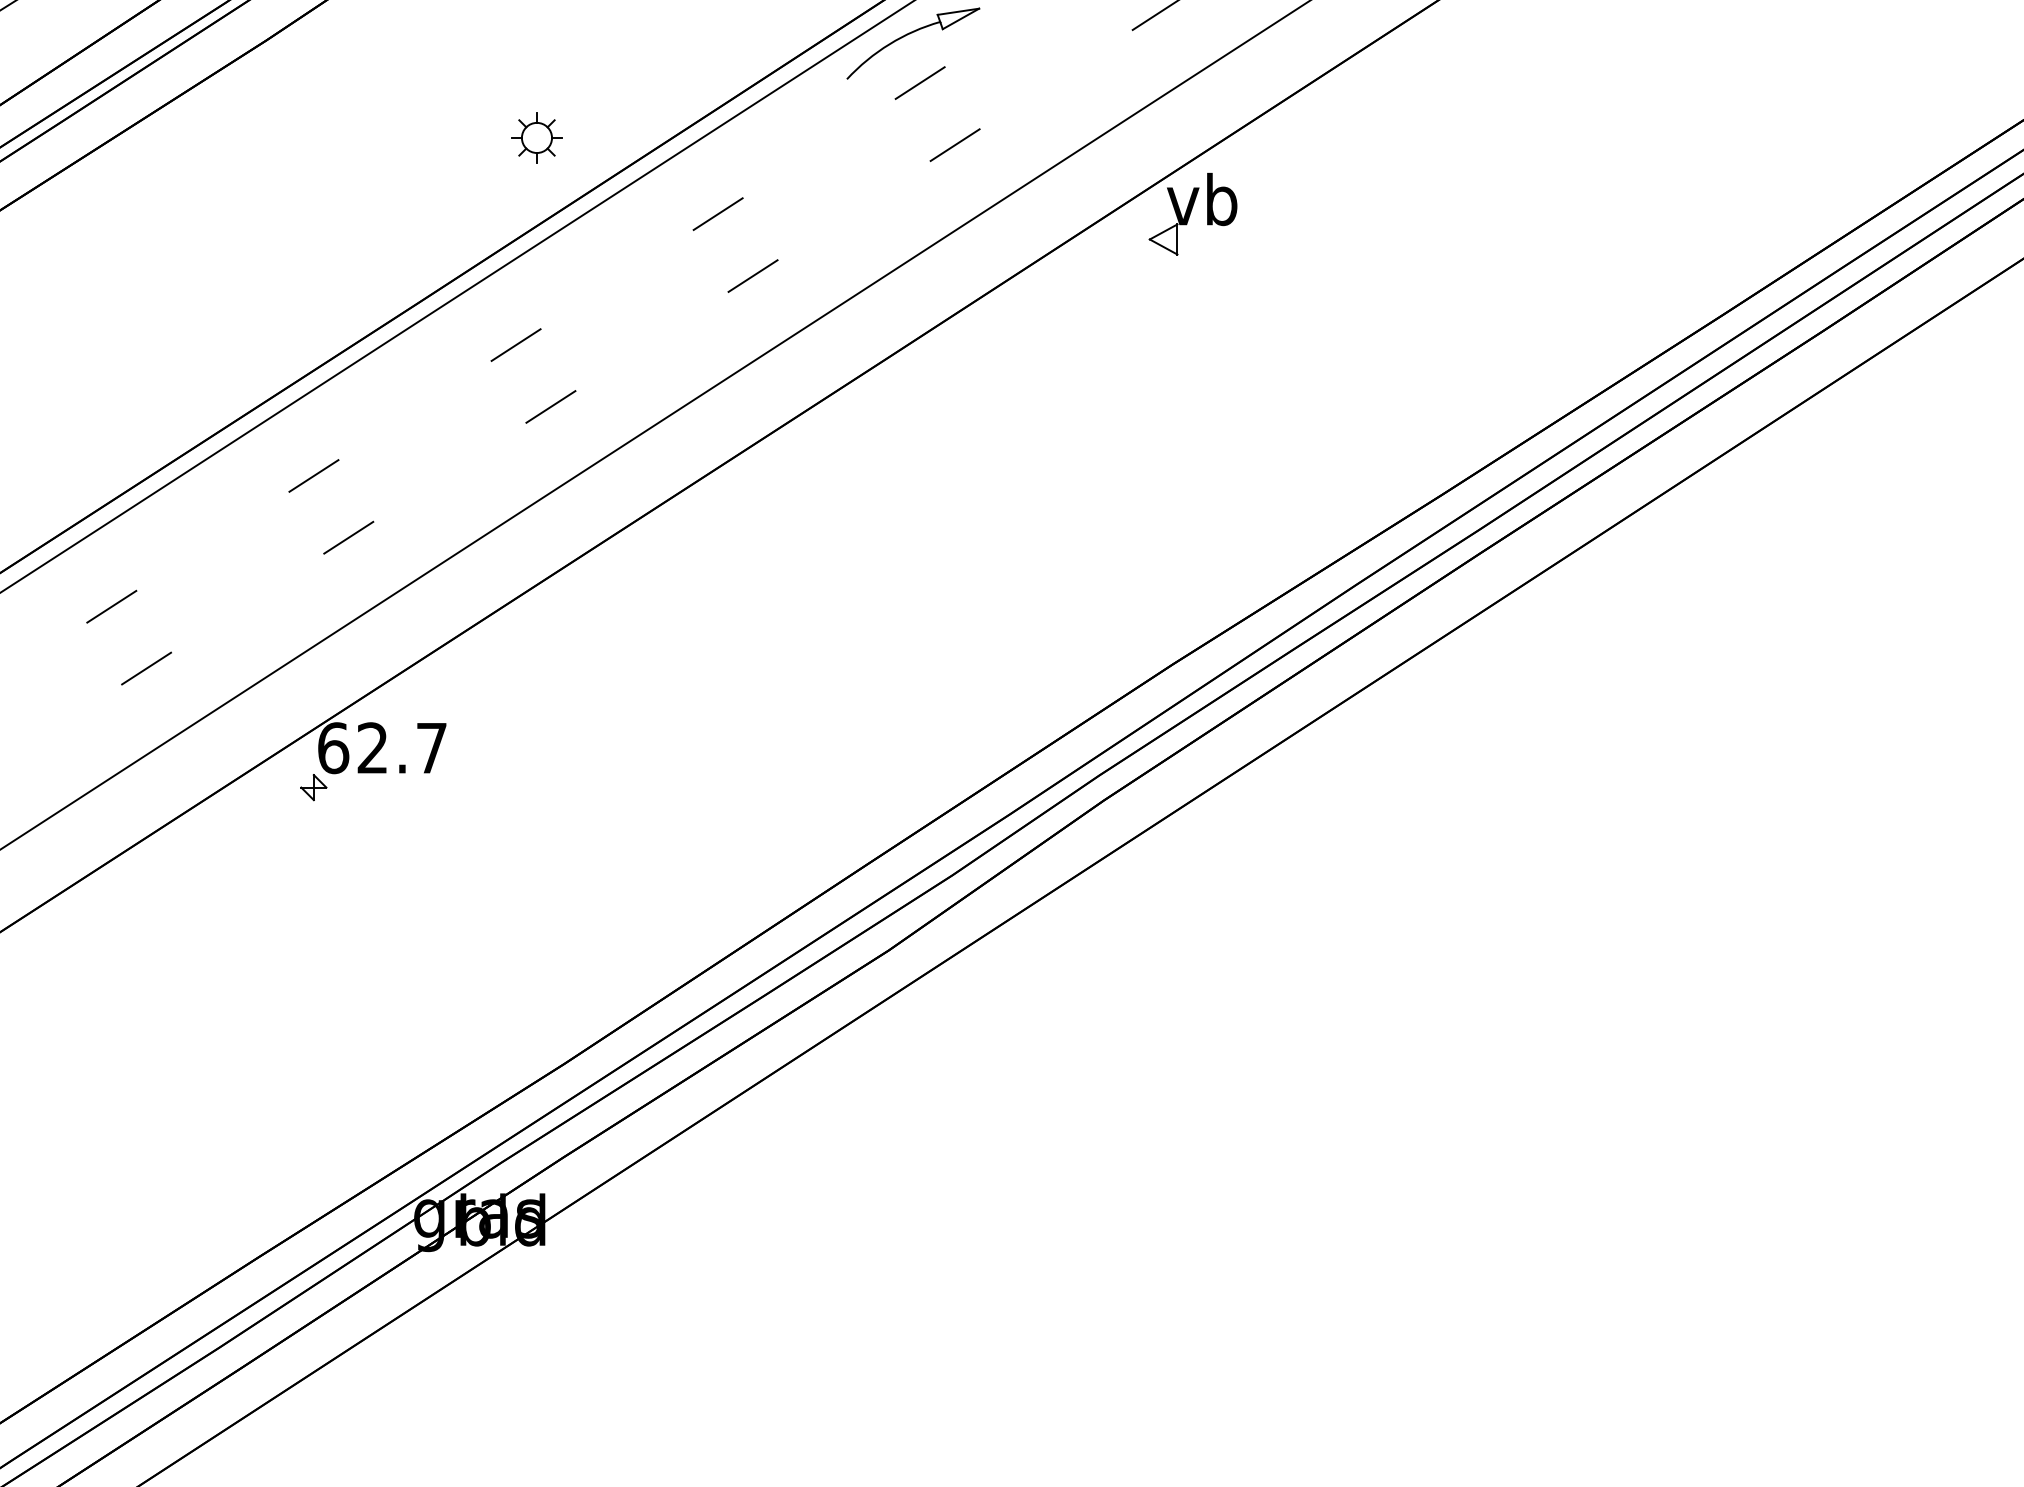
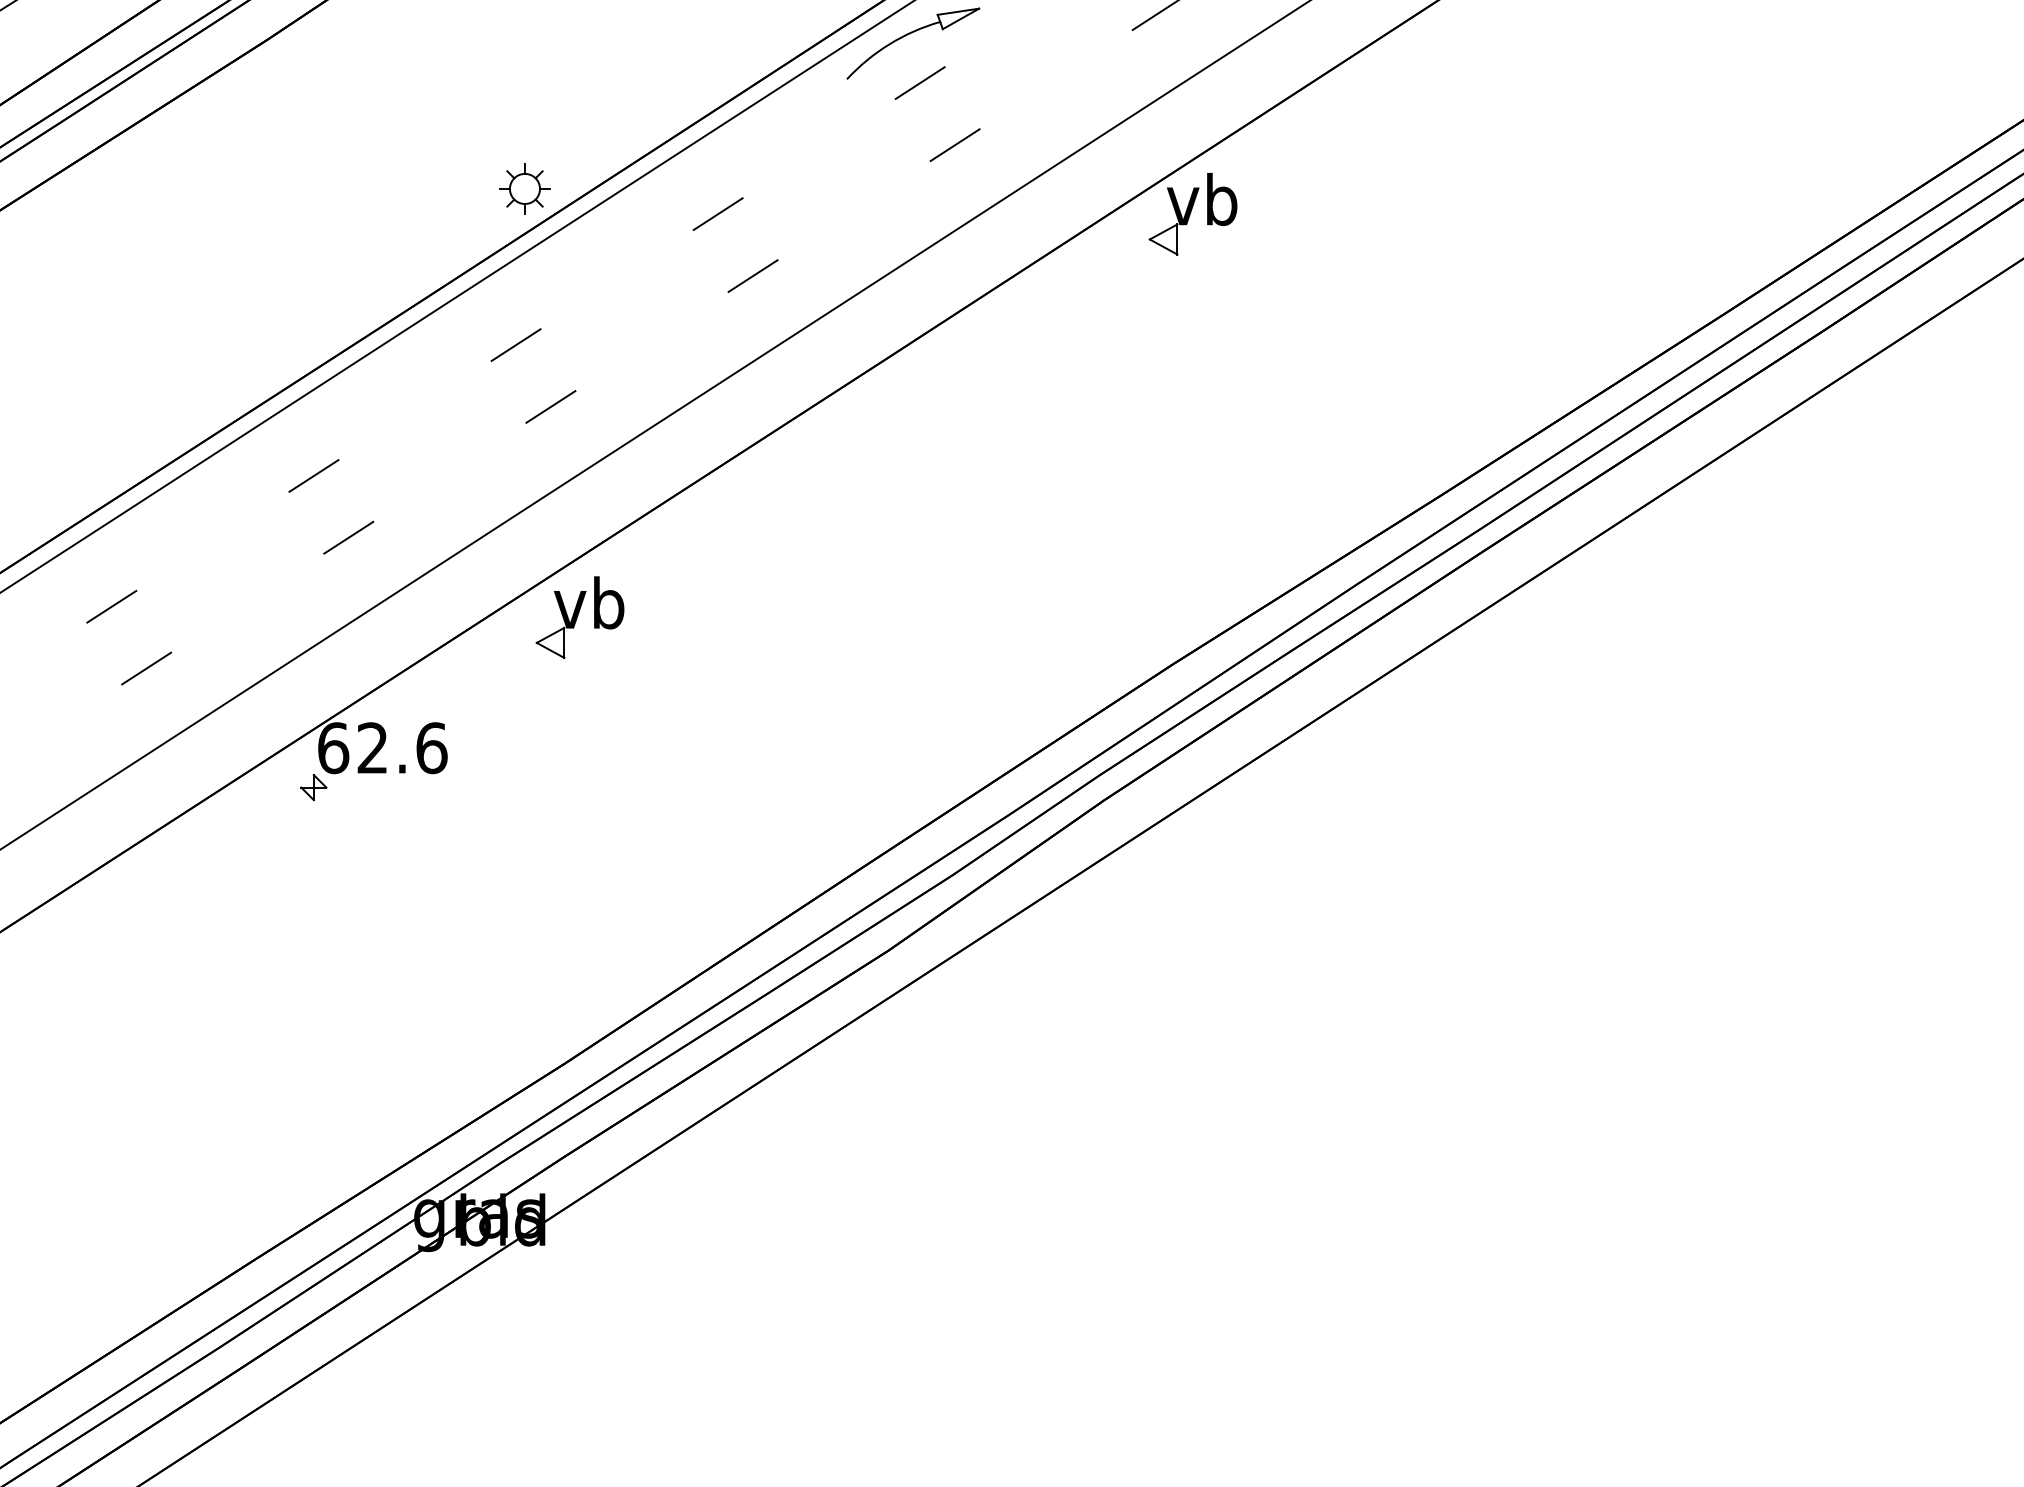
part at (536, 137) position: (536, 137) -> (524, 188)
part at (579, 617): none -> present
text at (431, 748): 62.7 -> 62.6
